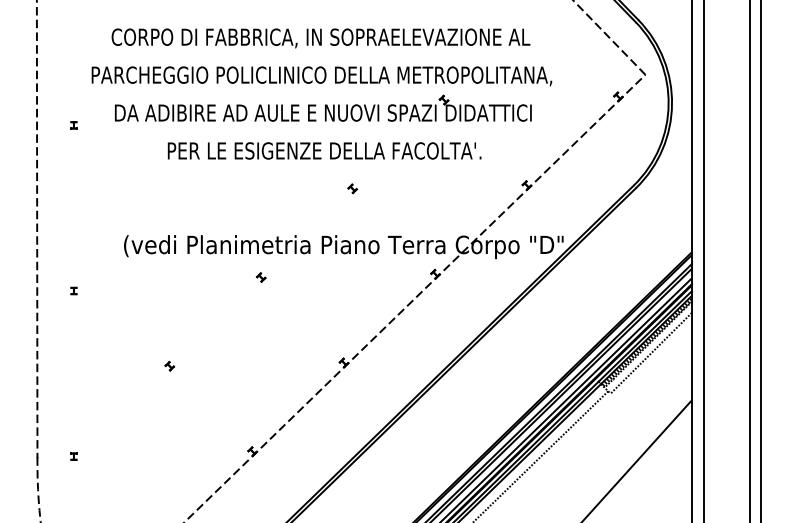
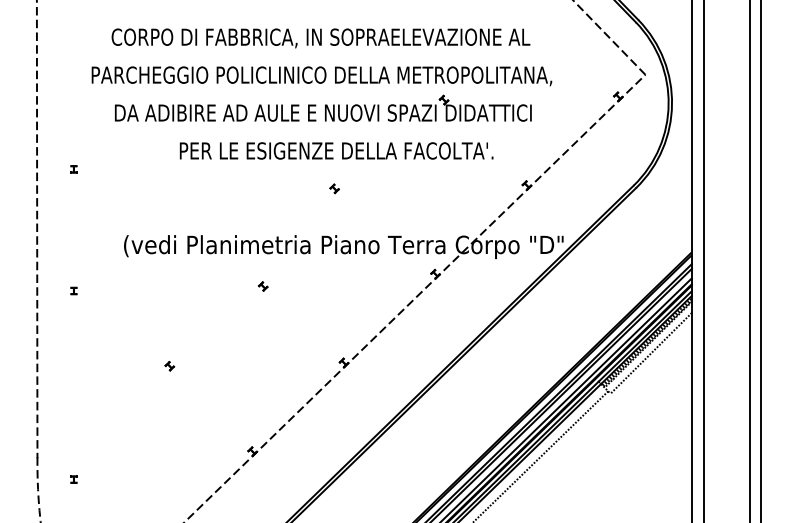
part at (73, 125) position: (73, 125) -> (73, 169)
text at (324, 150) position: (324, 150) -> (336, 150)
part at (352, 188) position: (352, 188) -> (334, 188)
part at (261, 277) position: (261, 277) -> (263, 286)
part at (73, 456) position: (73, 456) -> (73, 479)
line at (637, 460): present -> none
